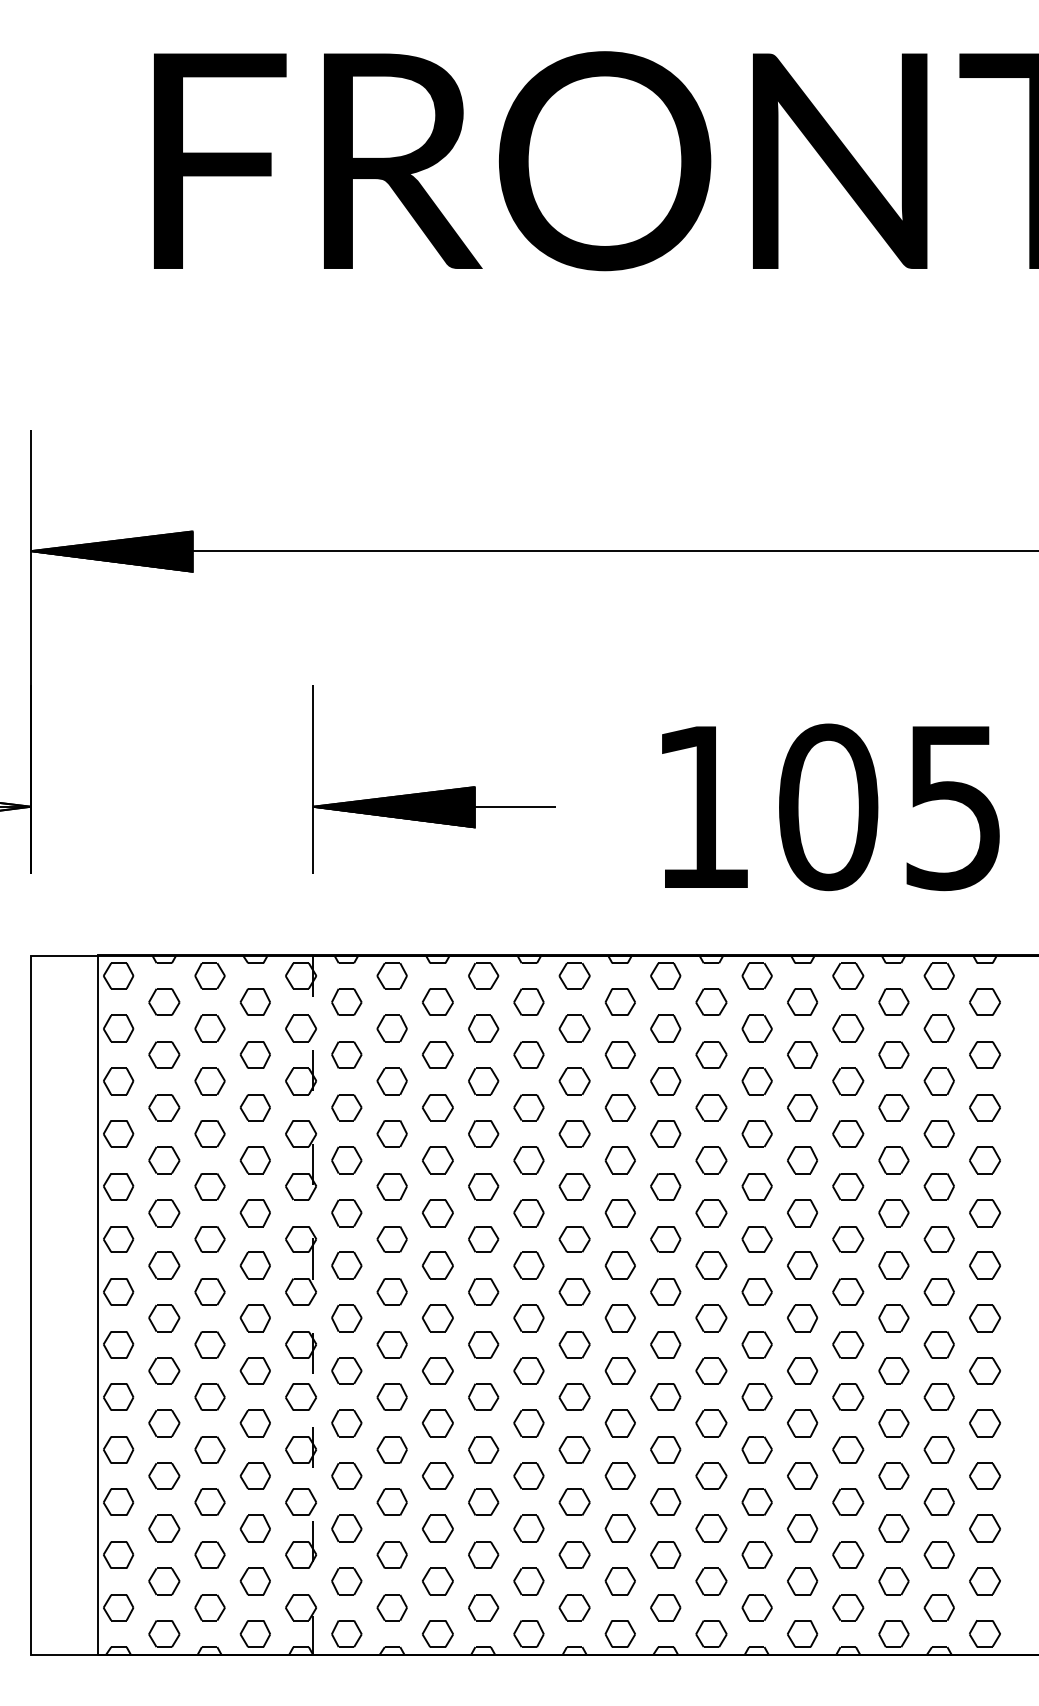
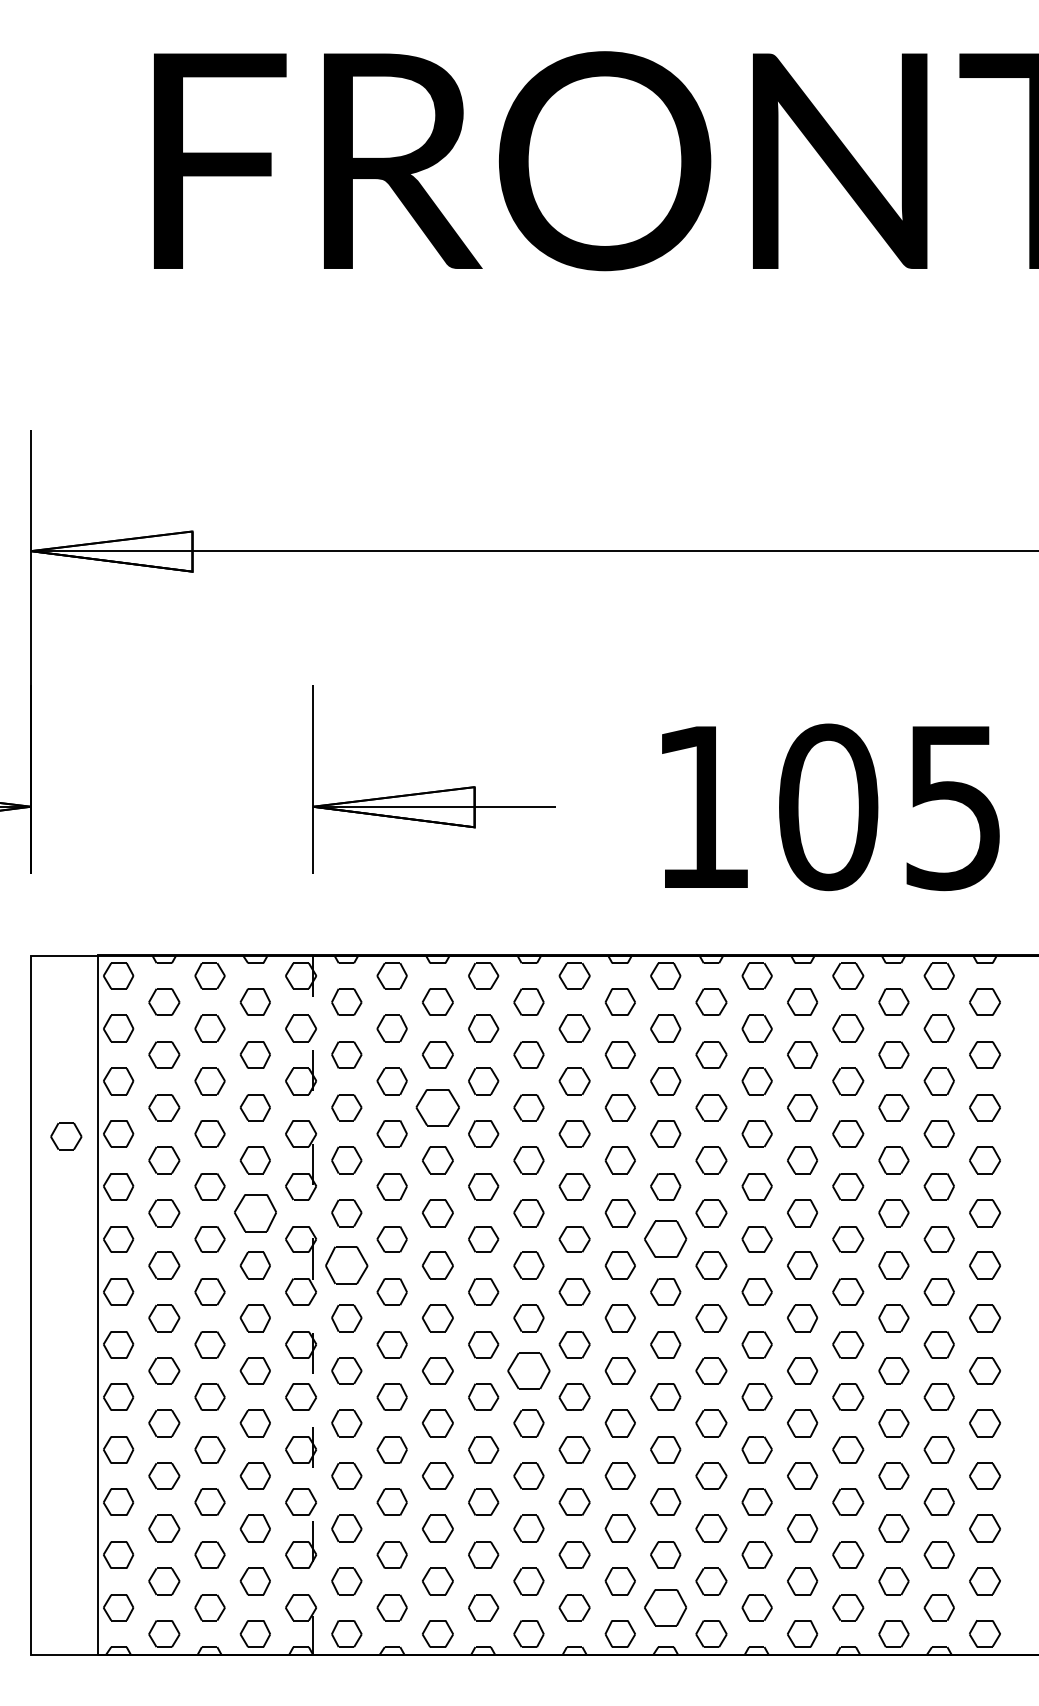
fill at (111, 551): present -> none
fill at (393, 807): present -> none
part at (437, 1107) size: 32x28 px -> 45x38 px
part at (66, 1136): none -> present
part at (254, 1213) size: 32x29 px -> 43x39 px
part at (665, 1239) size: 32x27 px -> 44x38 px
part at (346, 1265) size: 32x29 px -> 44x39 px
part at (528, 1370) size: 32x28 px -> 44x38 px
part at (665, 1607) size: 32x28 px -> 44x38 px
